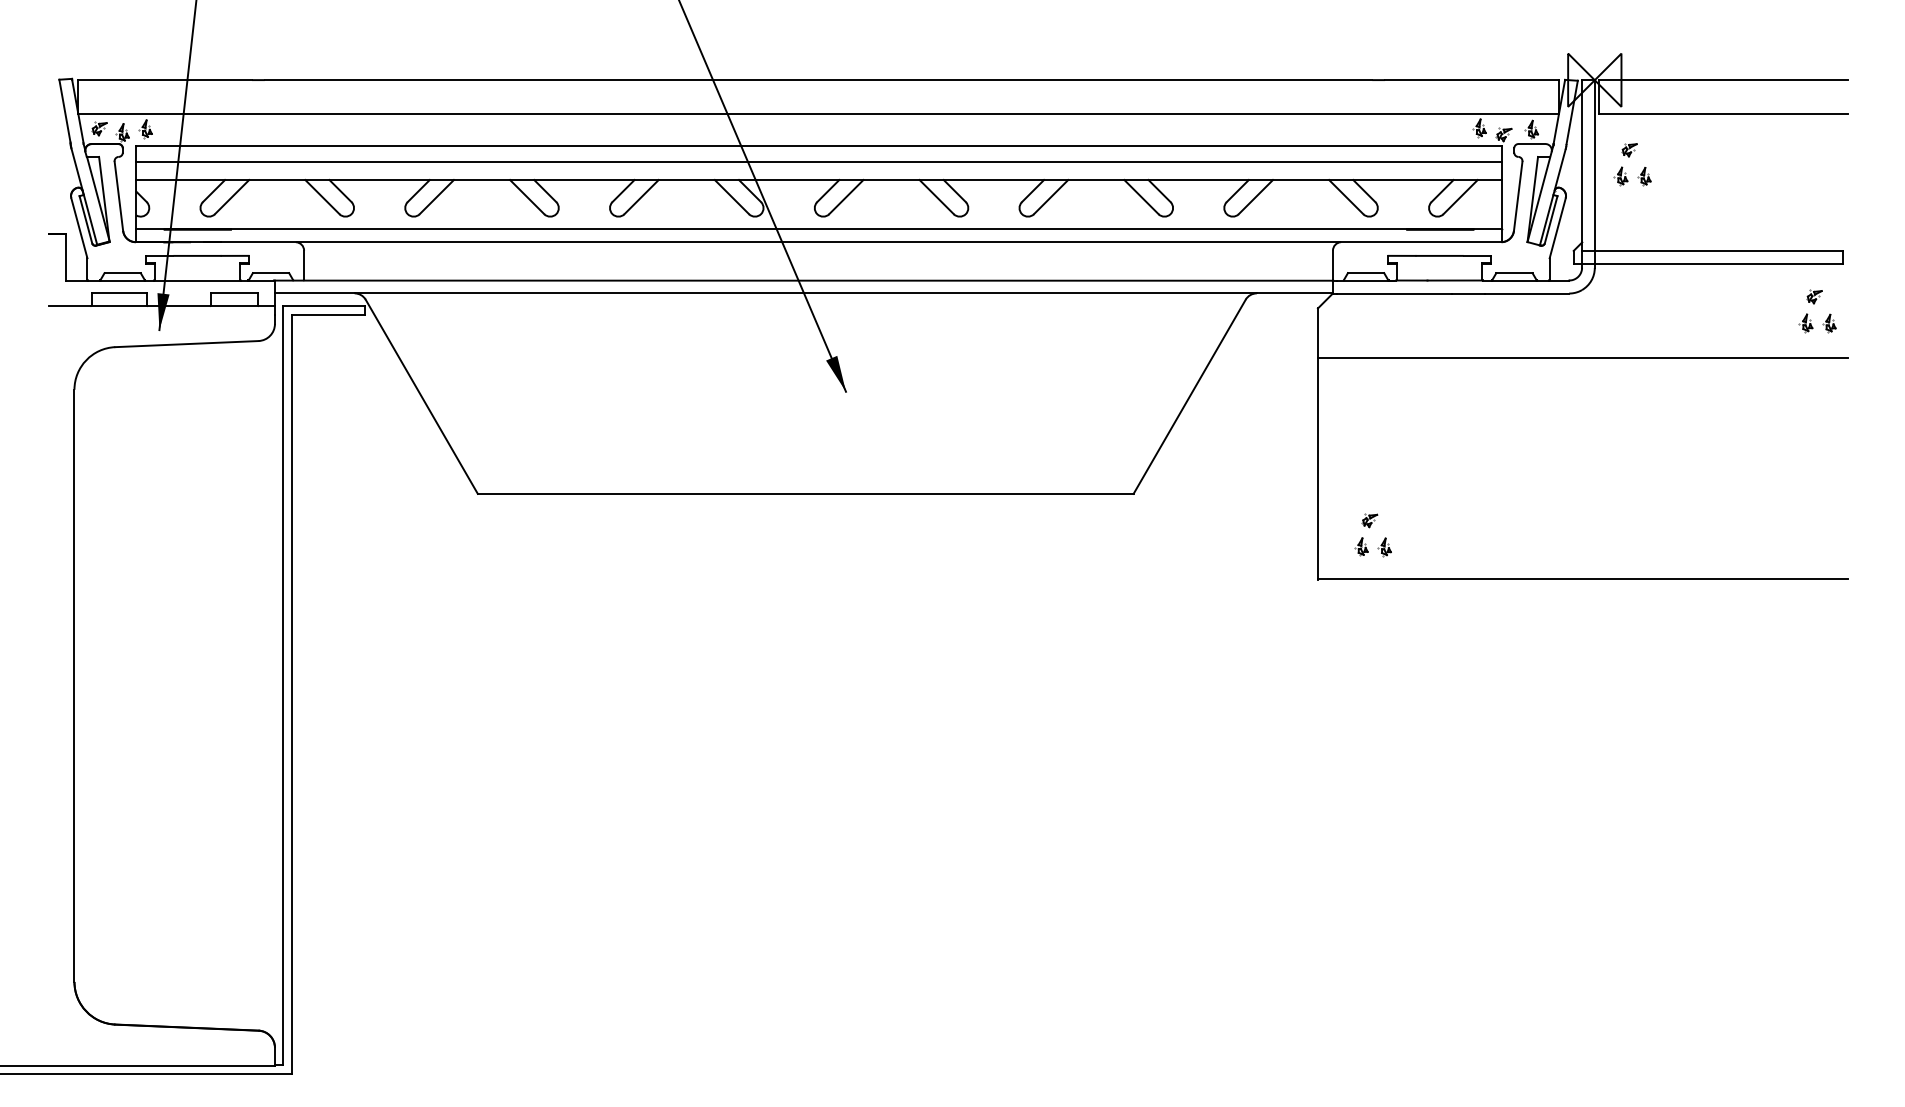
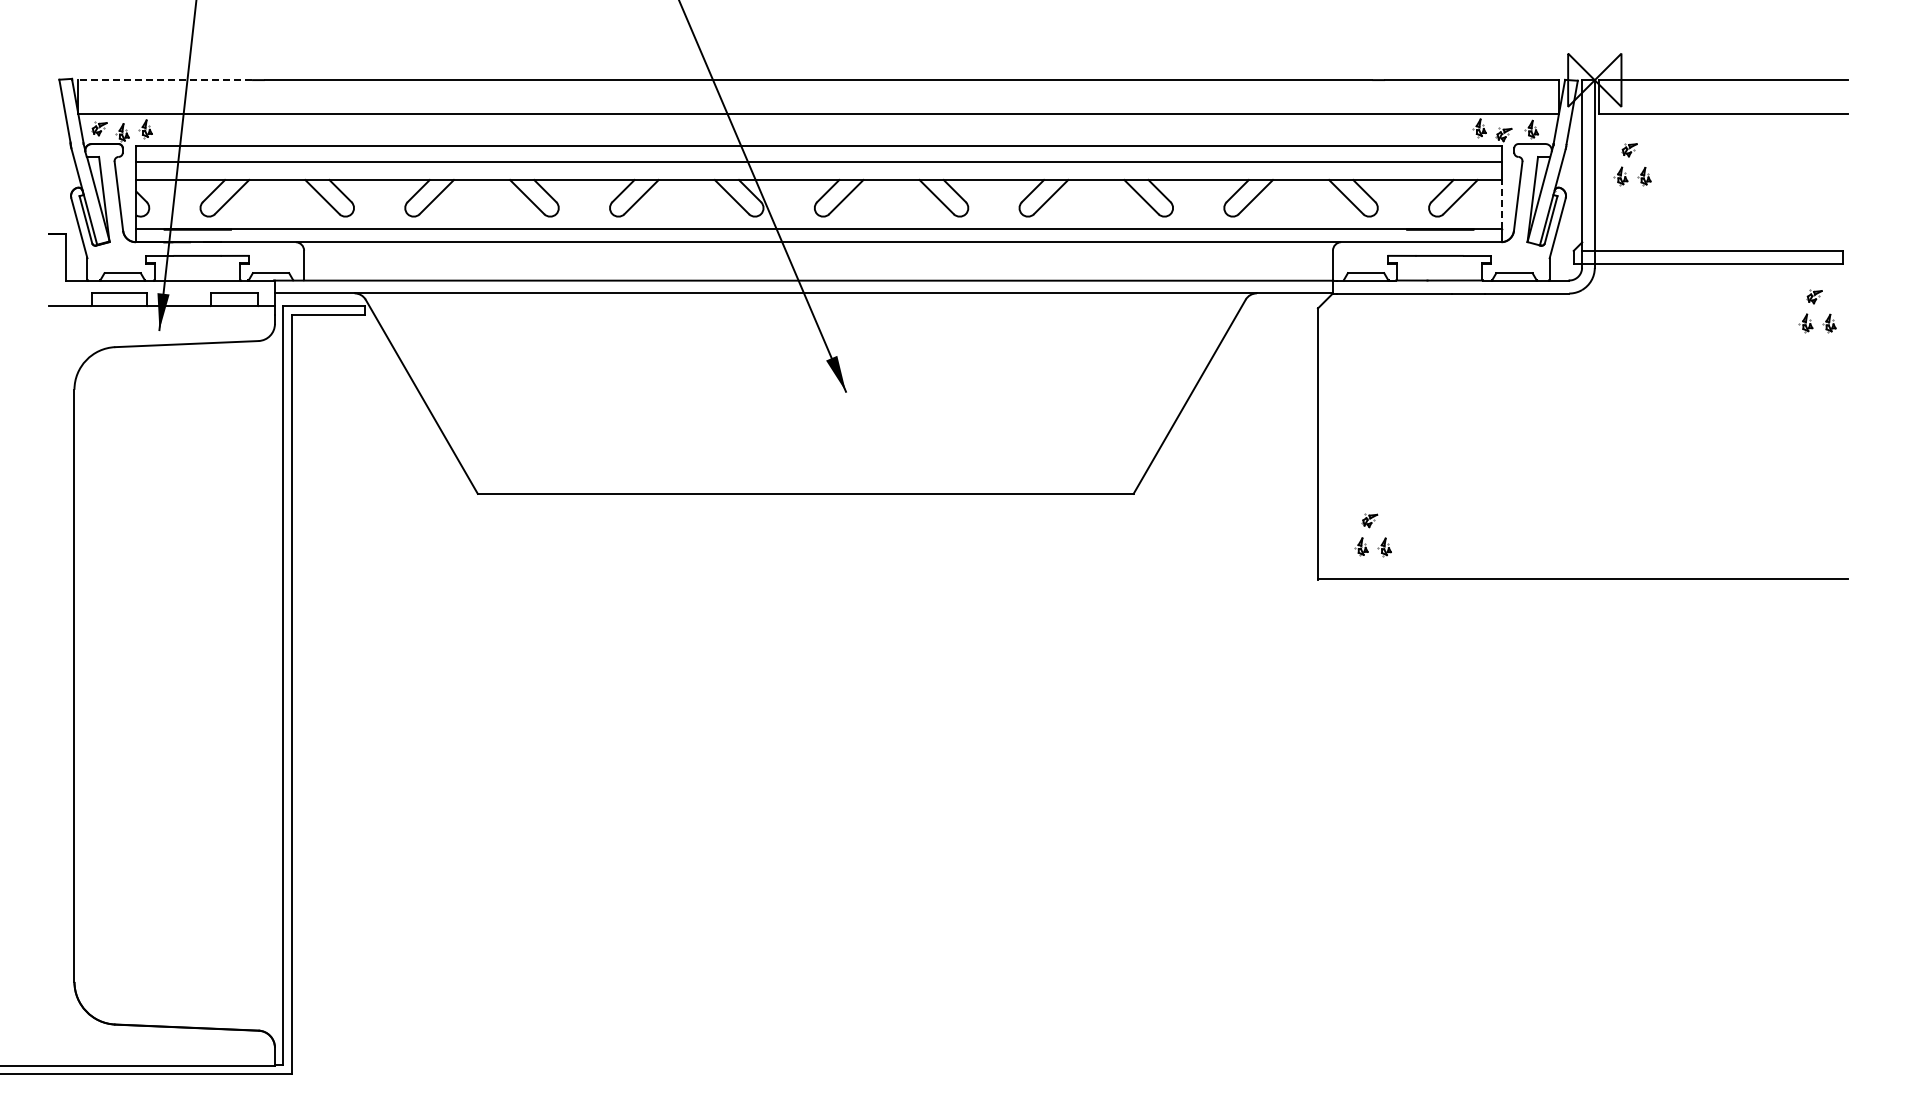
line at (165, 80): solid -> dashed
line at (1501, 204): solid -> dashed
line at (1582, 357): present -> none
